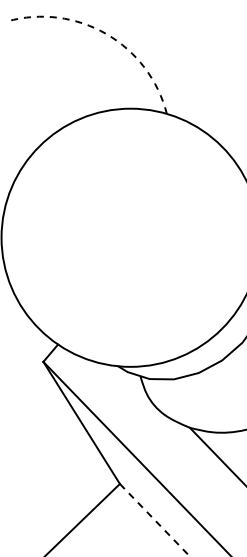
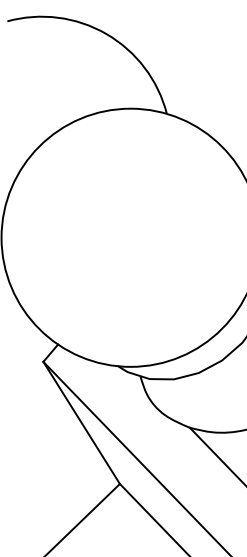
arc at (106, 34): dashed -> solid
line at (155, 520): dashed -> solid
